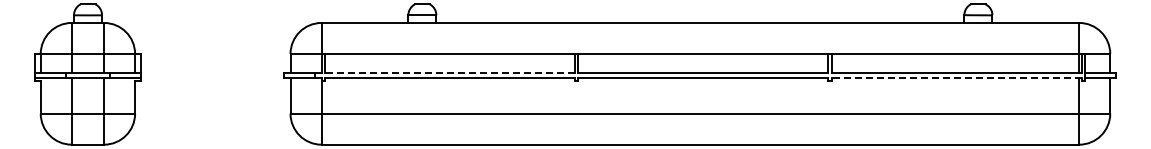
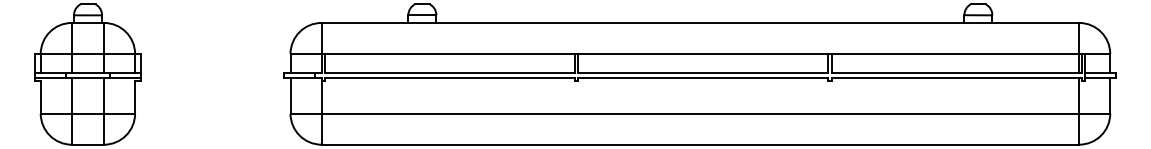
line at (449, 72): dashed -> solid
line at (956, 77): dashed -> solid
